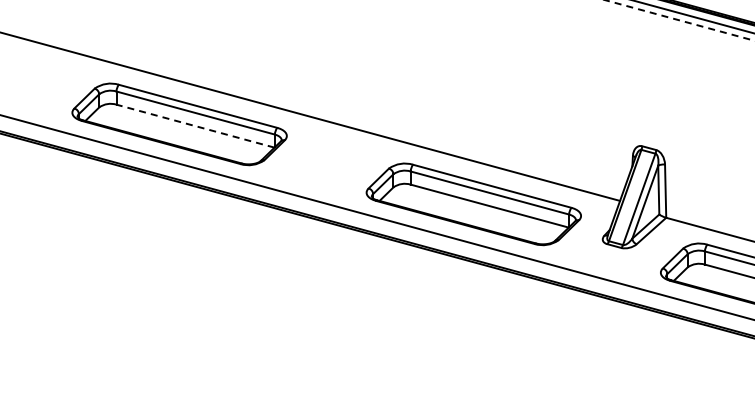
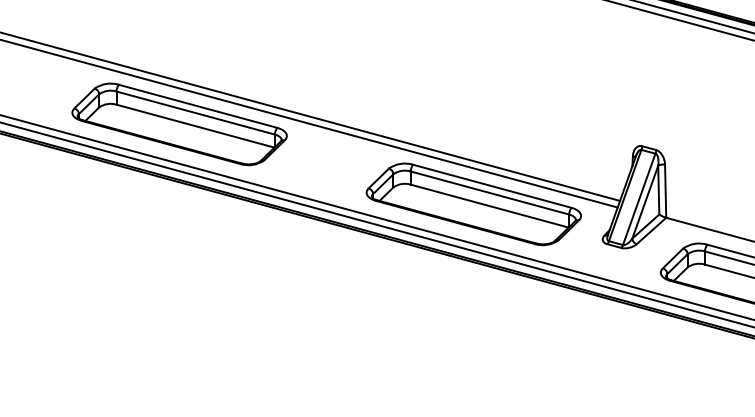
line at (679, 20): dashed -> solid
line at (309, 123): none -> present
line at (195, 126): dashed -> solid
line at (376, 224): none -> present
